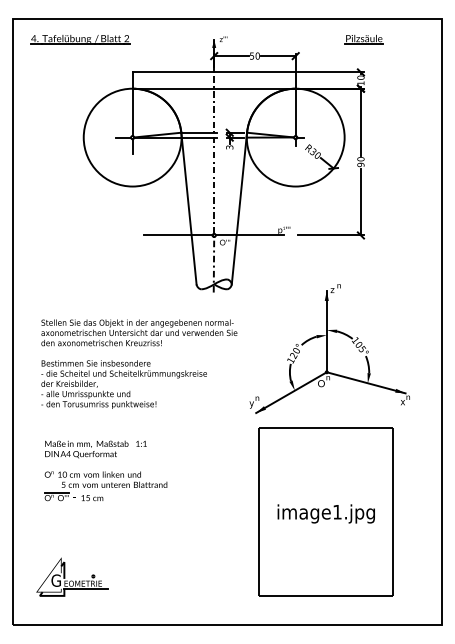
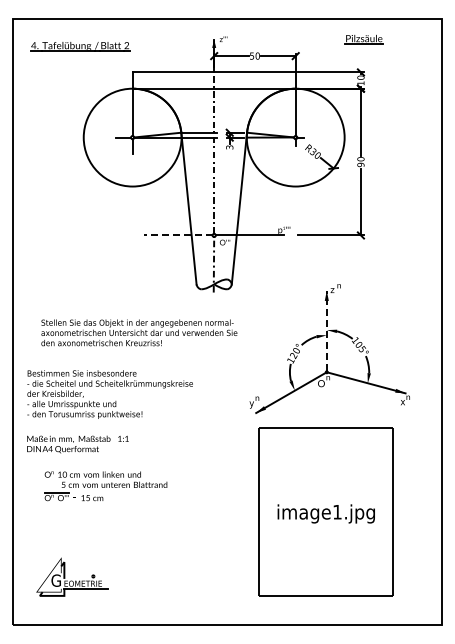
part at (80, 39) position: (80, 39) -> (80, 46)
line at (177, 235): solid -> dashed
line at (326, 330): solid -> dashed
text at (123, 384) position: (123, 384) -> (109, 394)
text at (95, 449) position: (95, 449) -> (77, 444)
